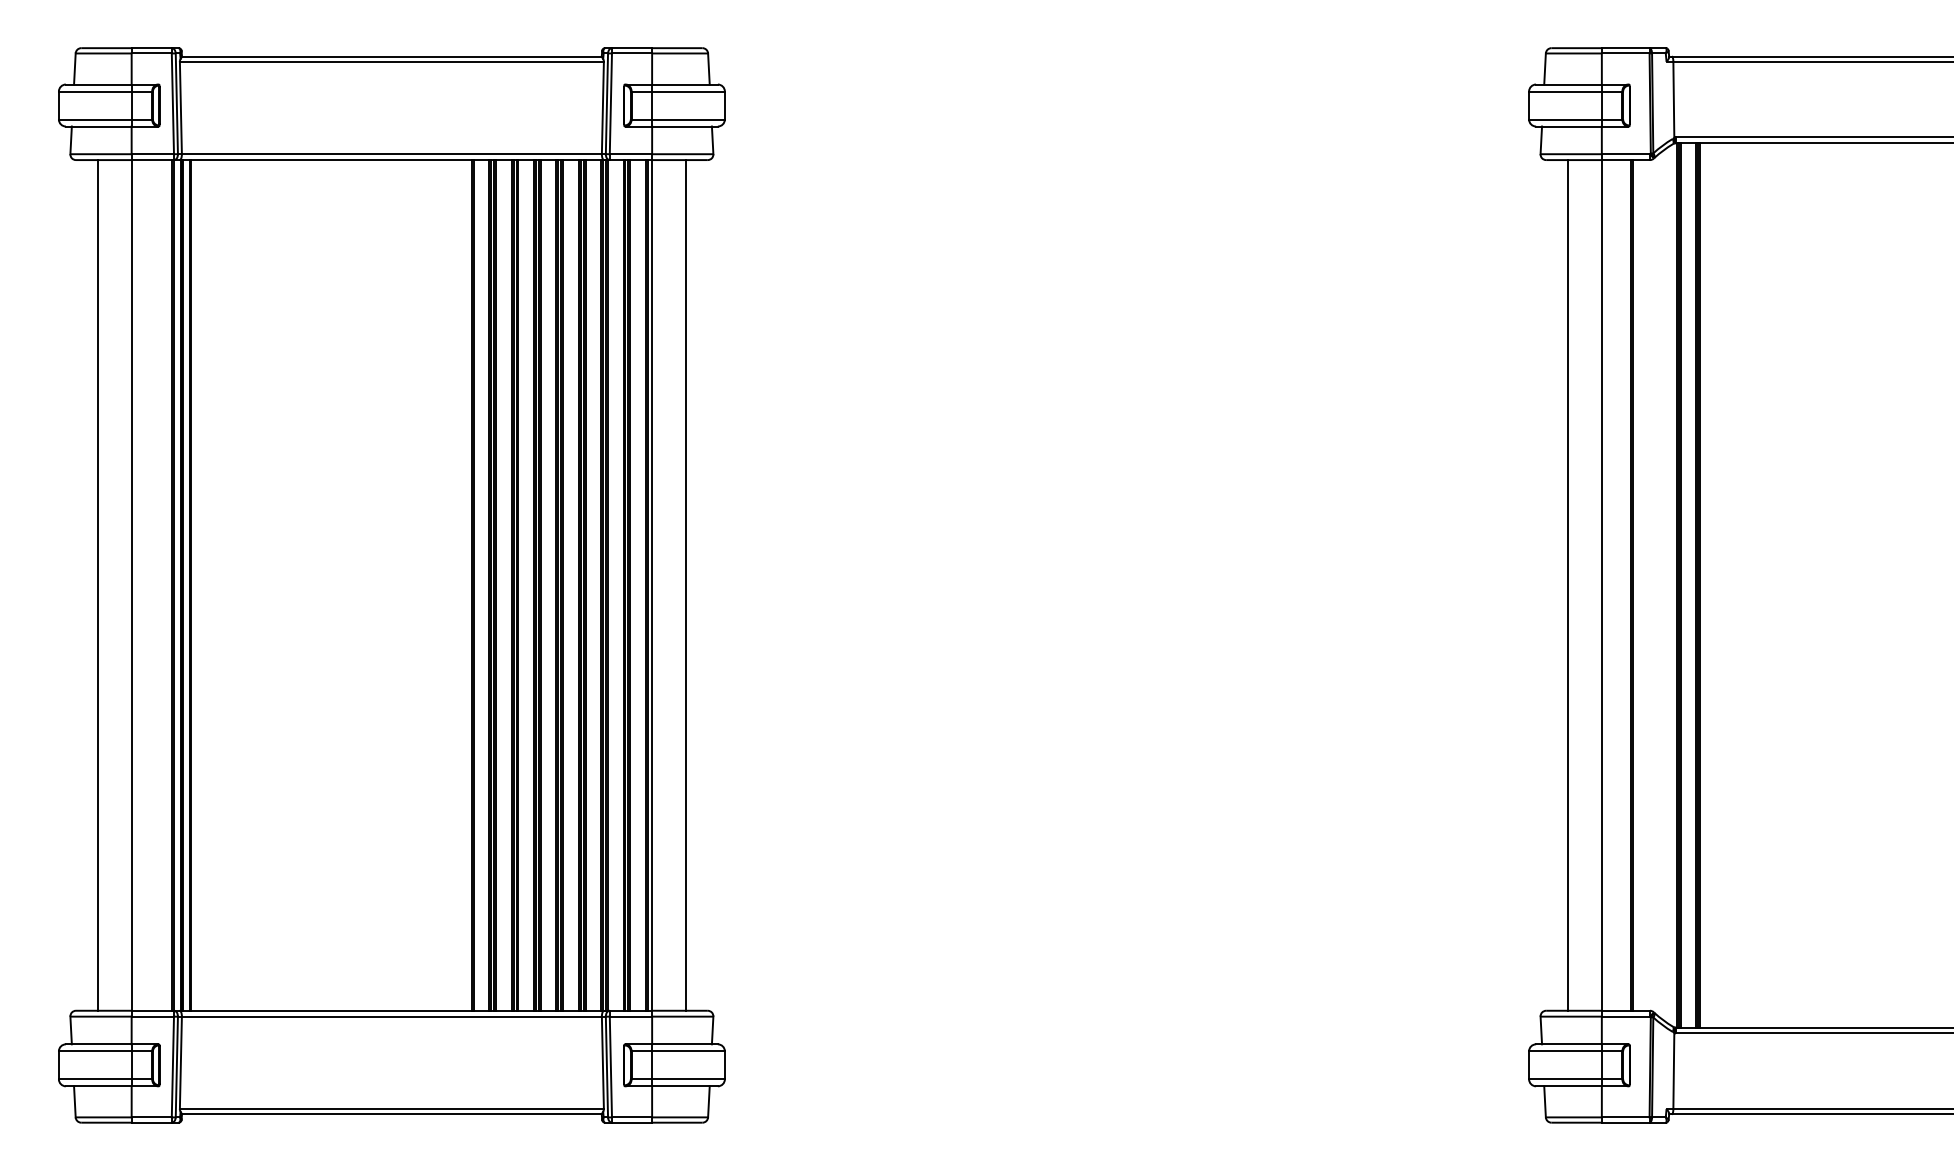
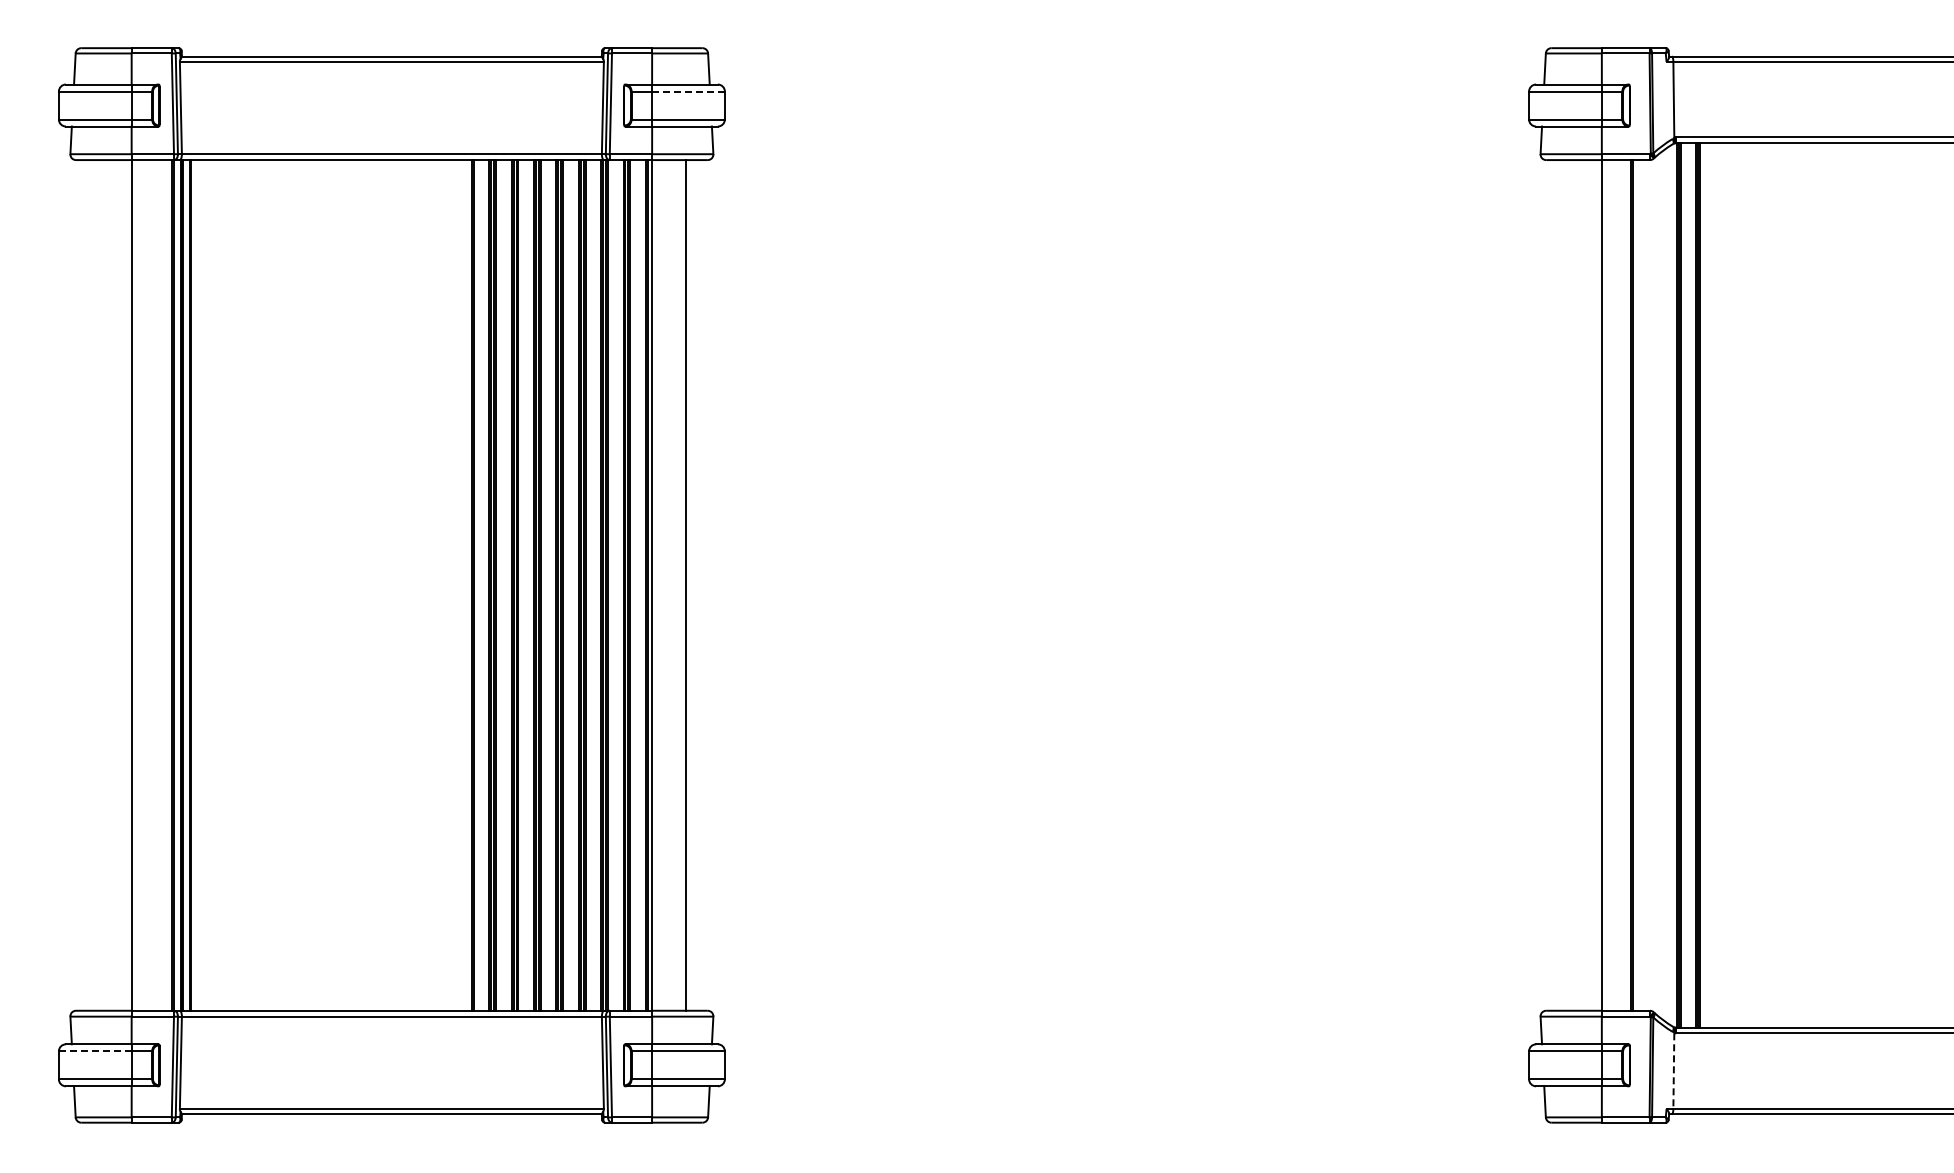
line at (688, 91): solid -> dashed
line at (98, 585): present -> none
line at (1568, 585): present -> none
line at (94, 1051): solid -> dashed
line at (1673, 1071): solid -> dashed
